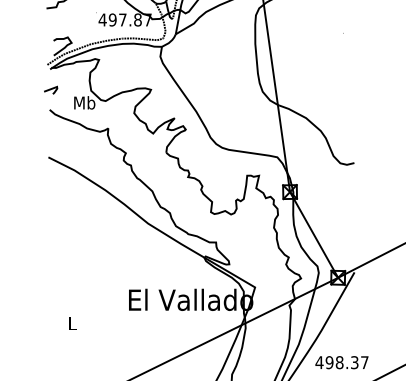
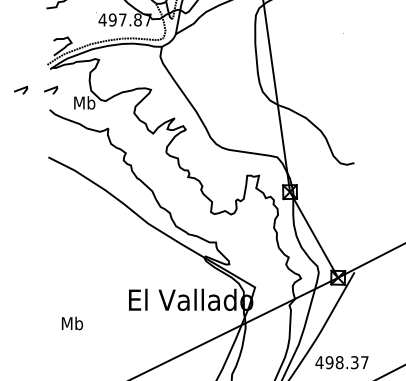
line at (21, 89): none -> present
text at (72, 323): L -> Mb
